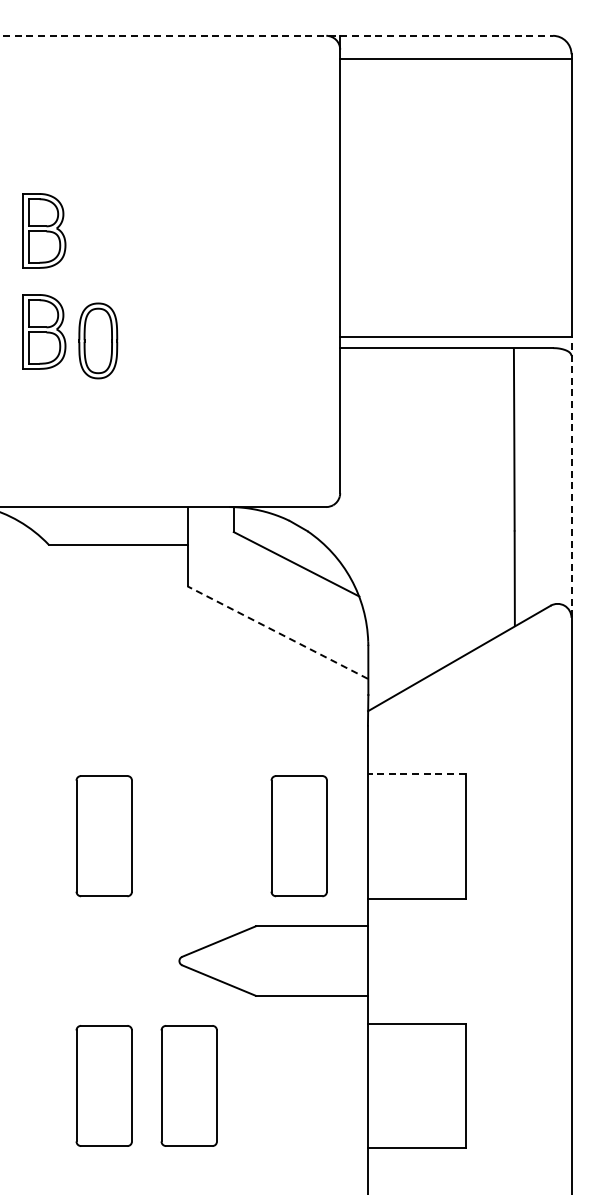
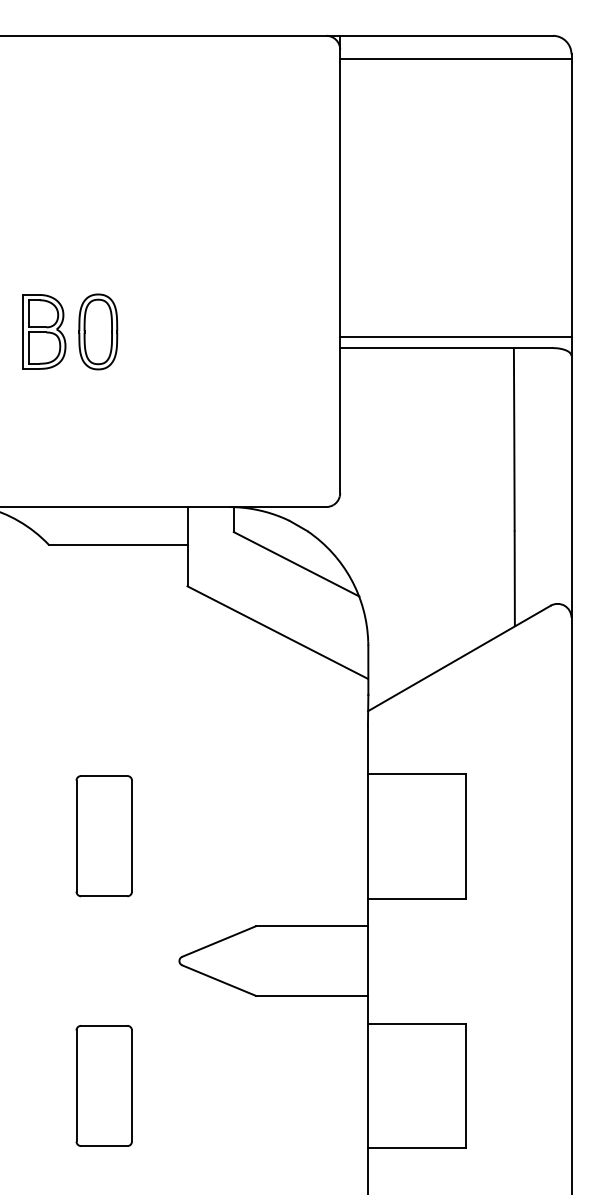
line at (277, 35): dashed -> solid
part at (44, 230): present -> none
part at (98, 340) position: (98, 340) -> (98, 331)
line at (571, 476): dashed -> solid
line at (277, 632): dashed -> solid
line at (416, 773): dashed -> solid
part at (298, 836): present -> none
part at (188, 1085): present -> none
